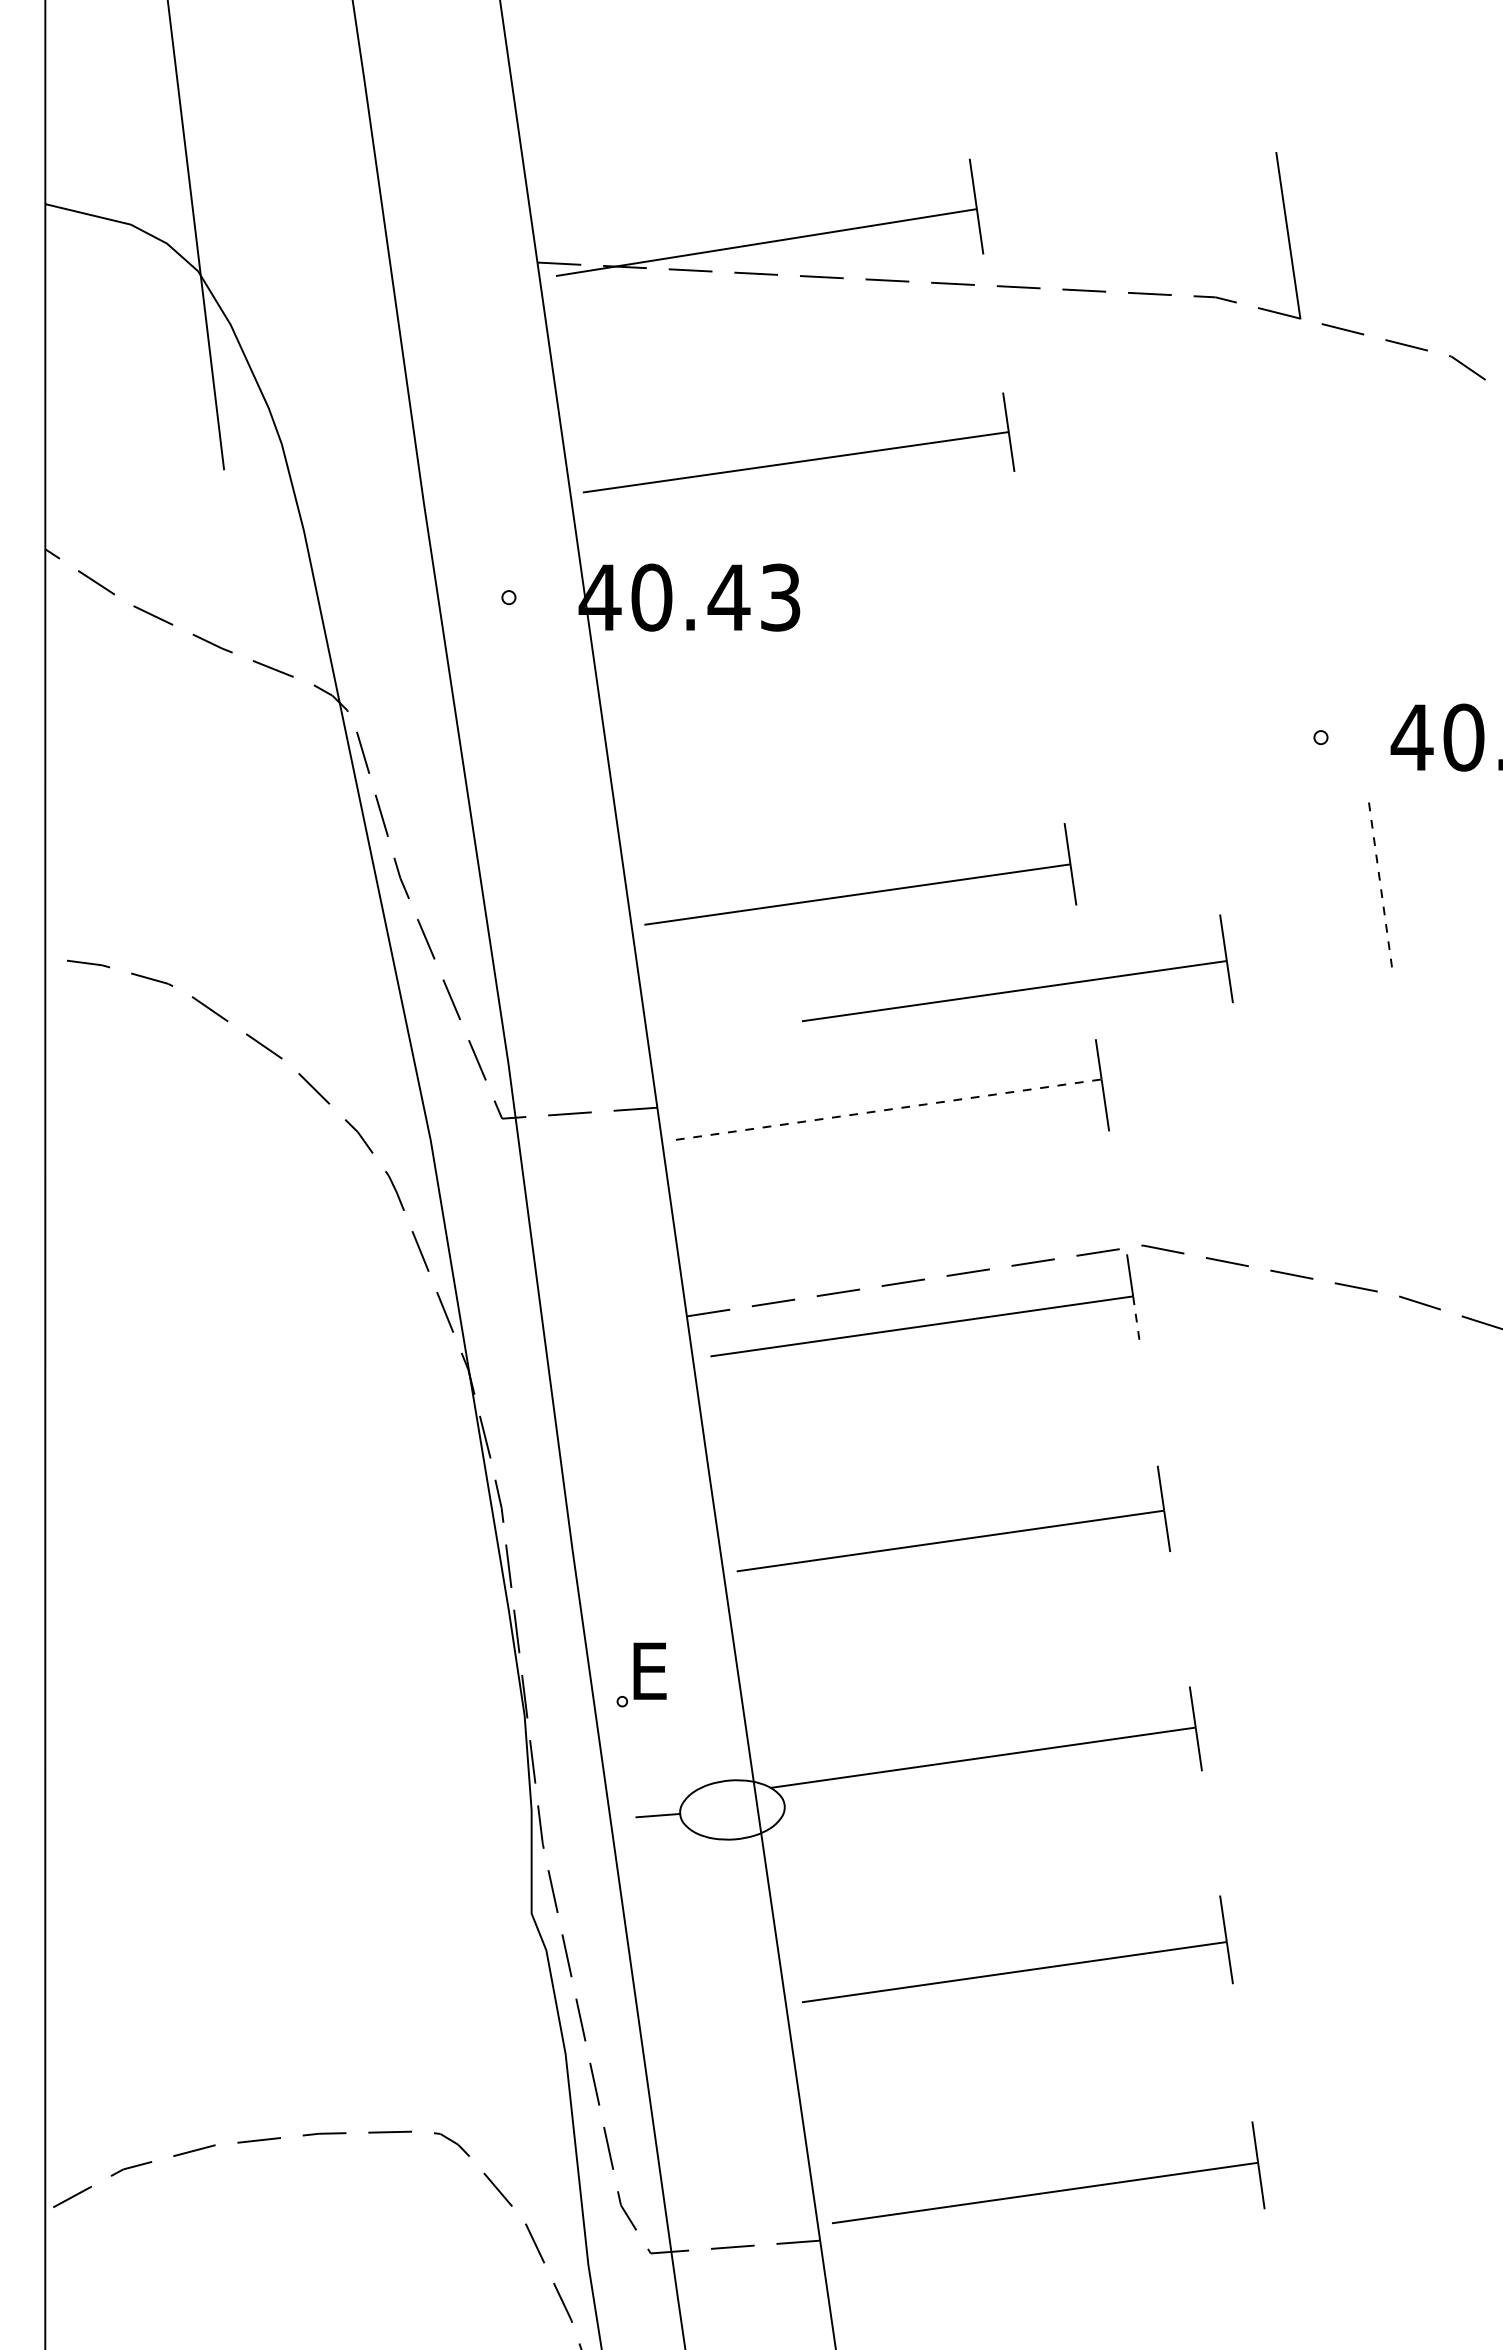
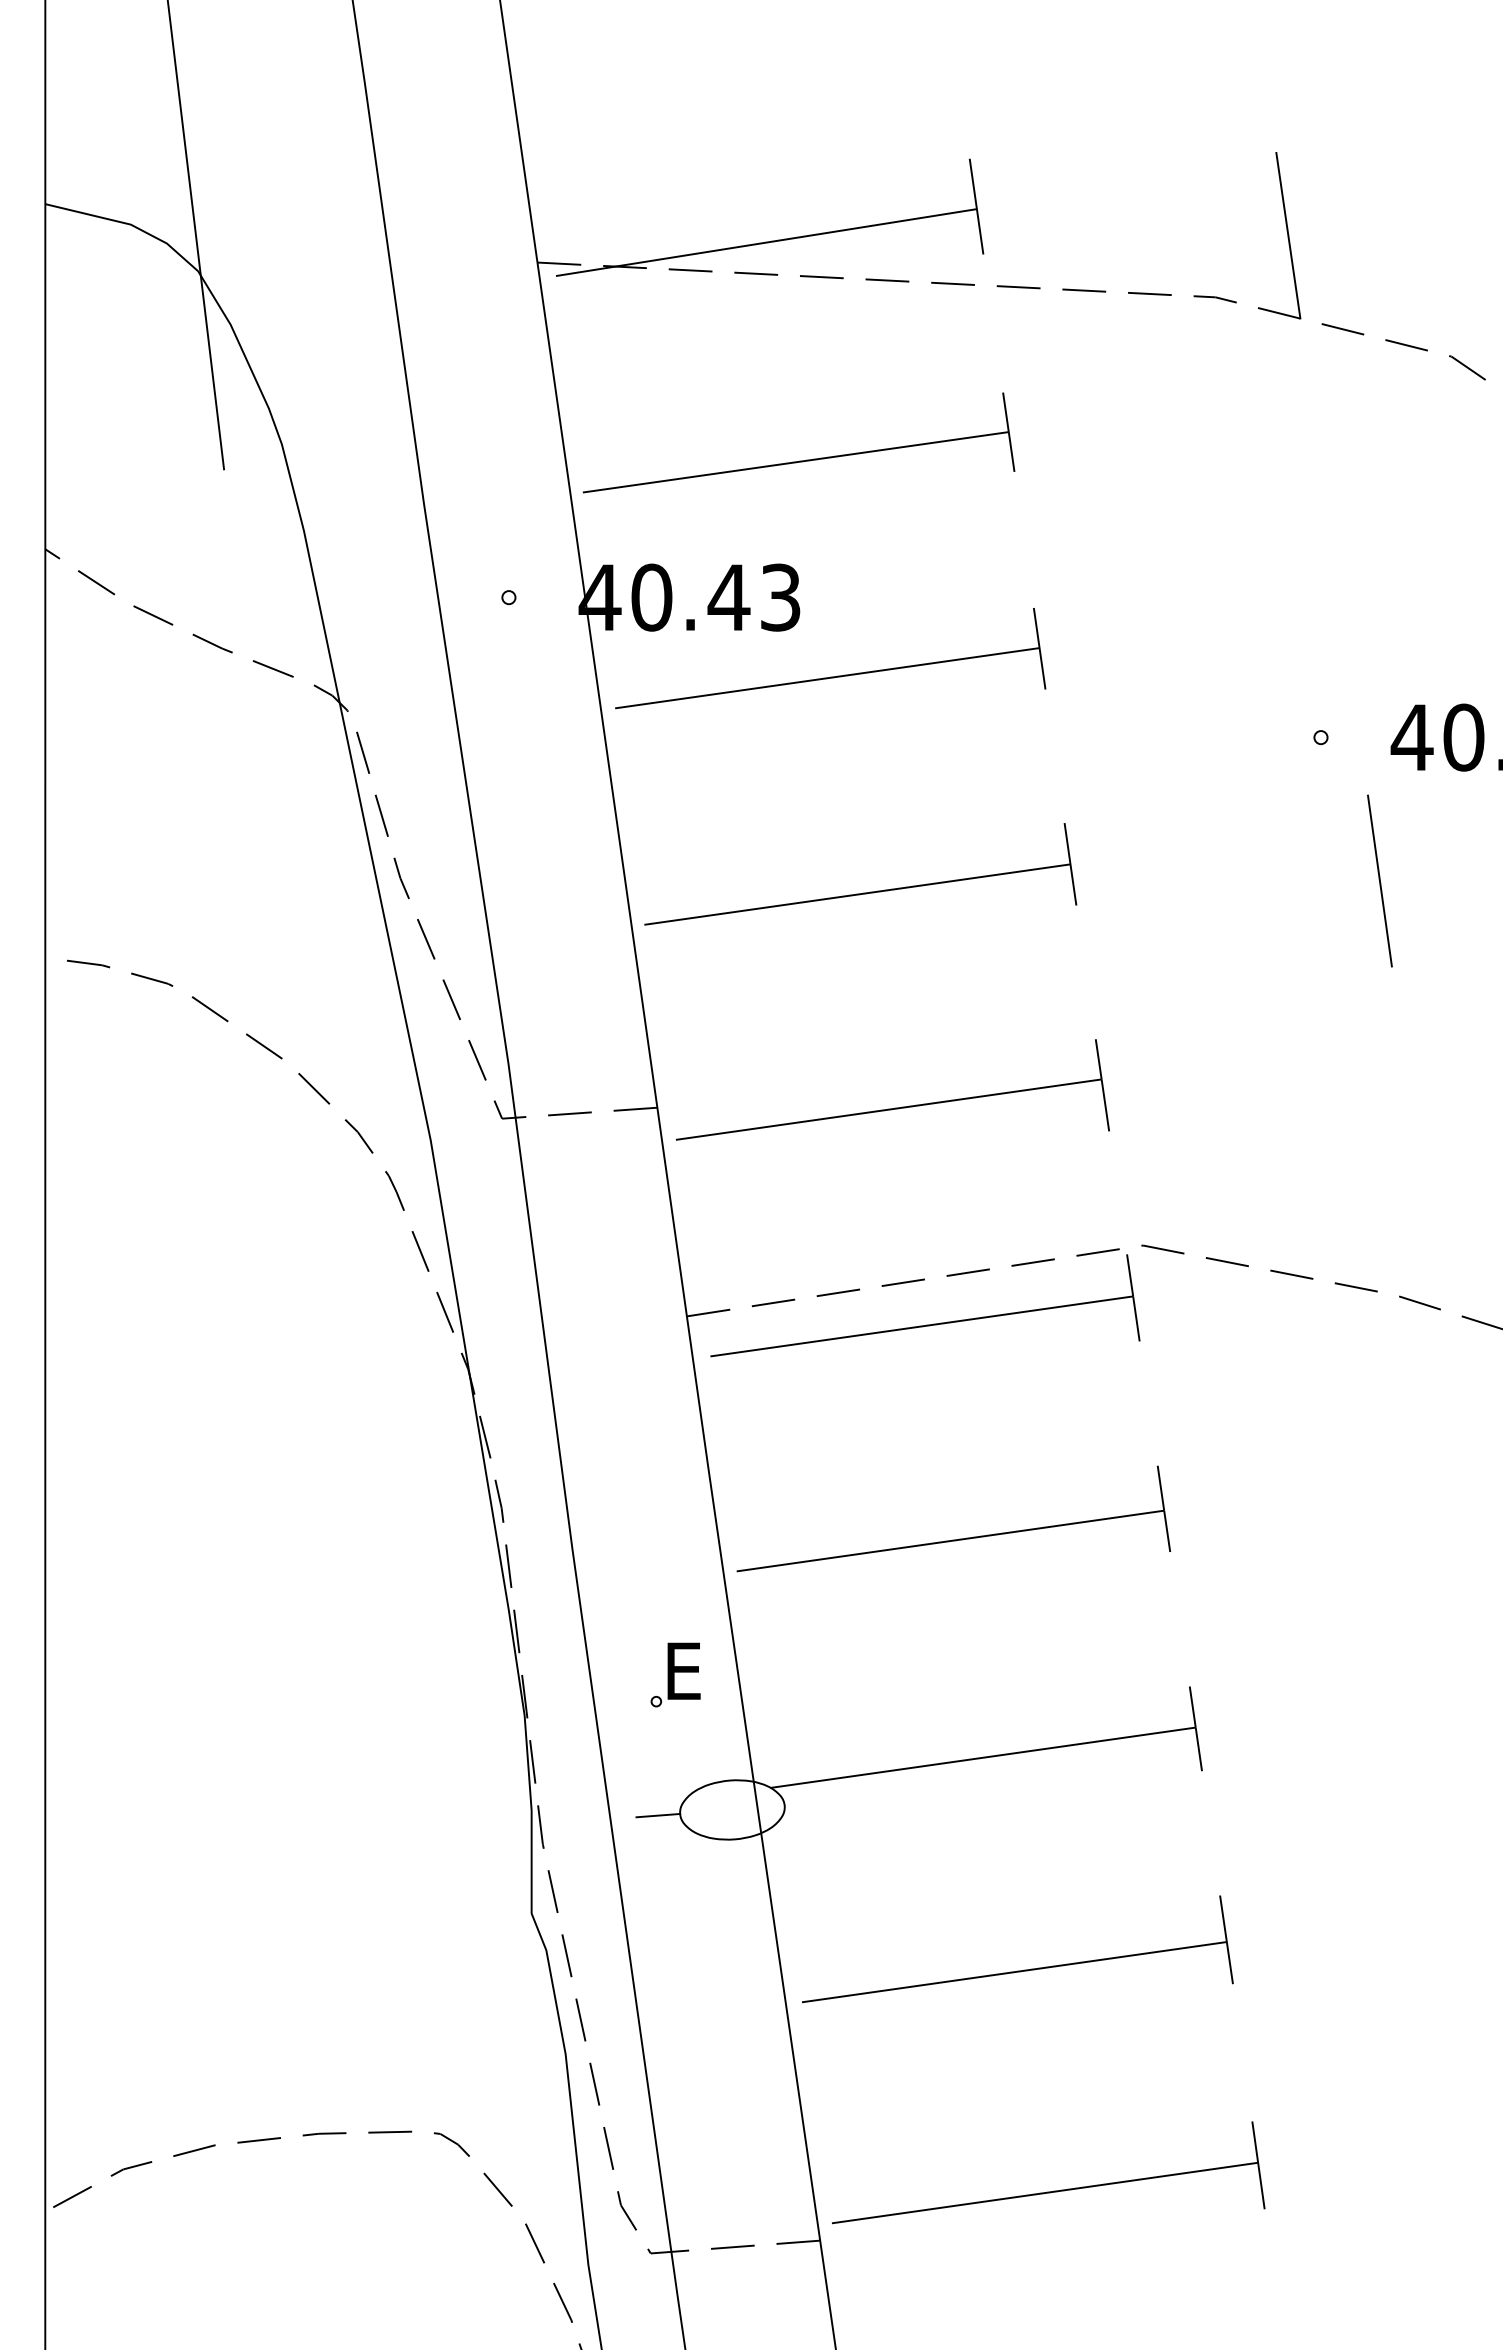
part at (830, 676): none -> present
line at (1379, 880): dashed -> solid
part at (1017, 989): present -> none
line at (889, 1109): dashed -> solid
line at (1136, 1318): dashed -> solid
part at (641, 1674) position: (641, 1674) -> (675, 1674)
